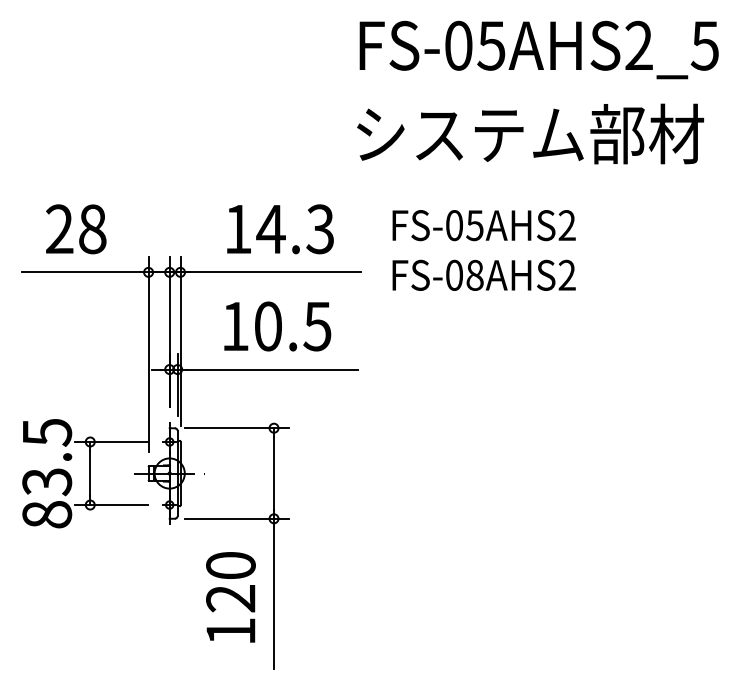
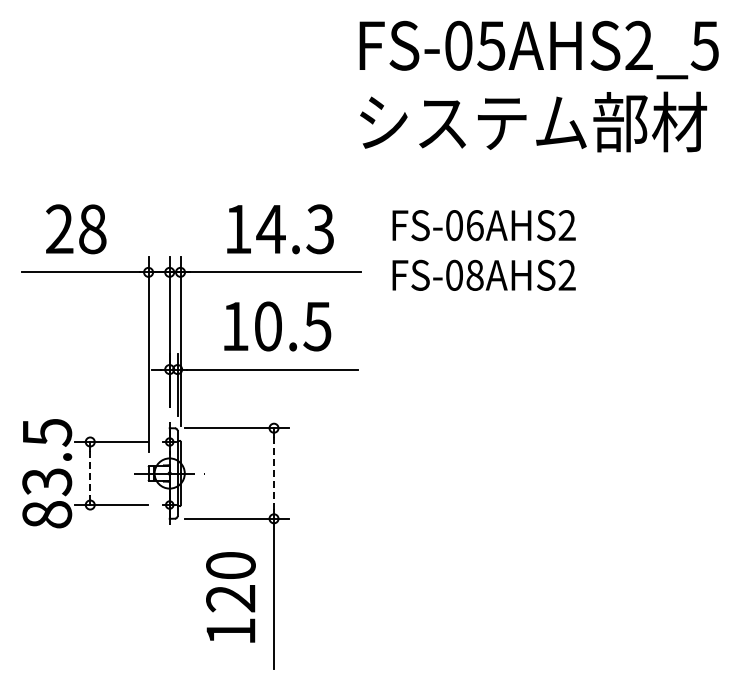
text at (530, 133) position: (530, 133) -> (533, 121)
text at (474, 225): FS-05AHS2 -> FS-06AHS2
line at (90, 474): solid -> dashed
line at (274, 474): solid -> dashed
